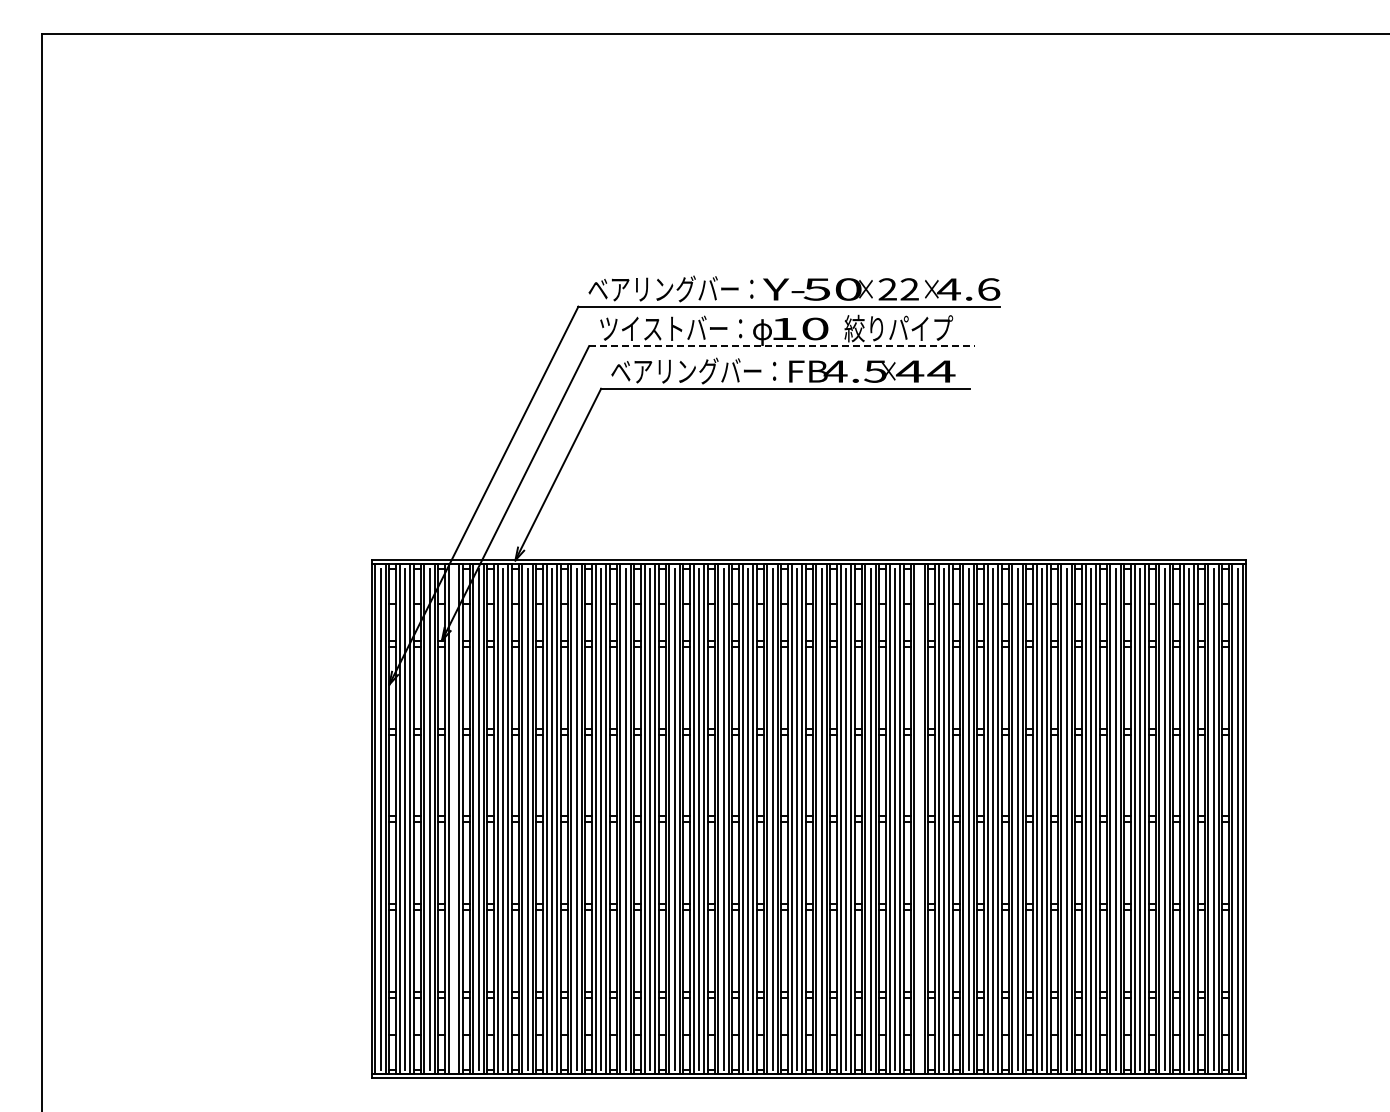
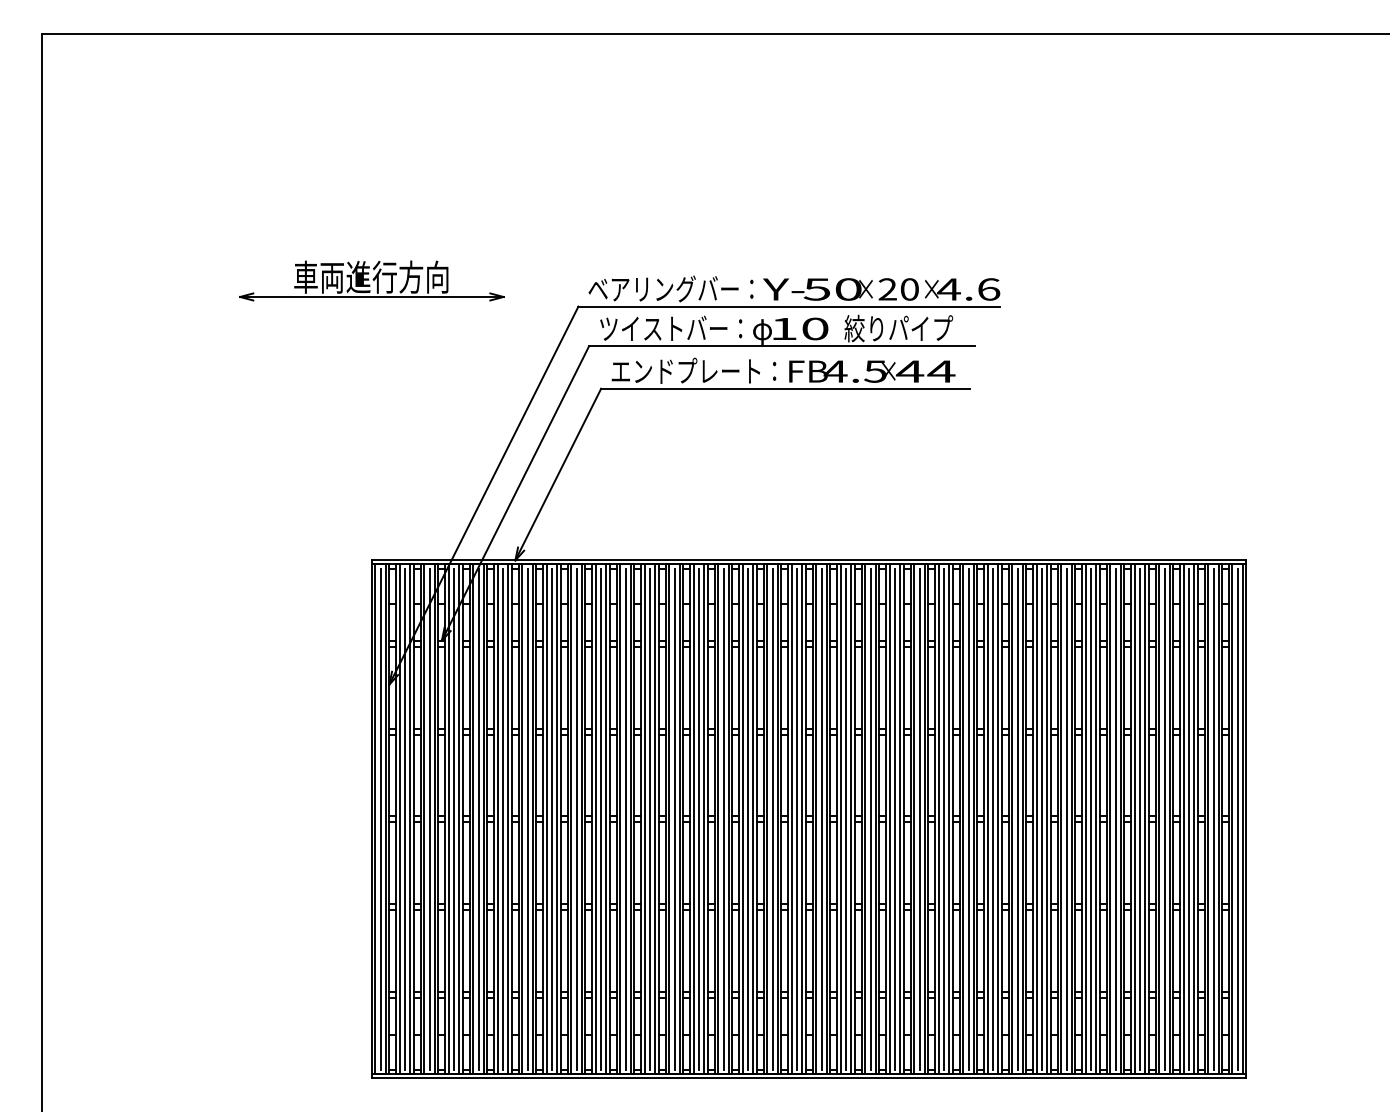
part at (371, 280): none -> present
text at (909, 289): 22 -> 20
line at (782, 346): dashed -> solid
text at (686, 370): ベアリングバー： -> エンドプレート：
line at (454, 819): none -> present
line at (919, 819): none -> present
